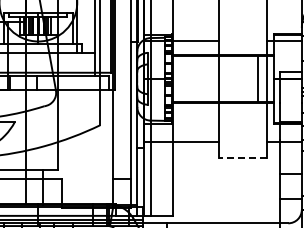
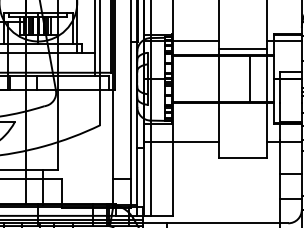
line at (242, 49): none -> present
line at (257, 78) position: (257, 78) -> (249, 78)
line at (242, 157): dashed -> solid
